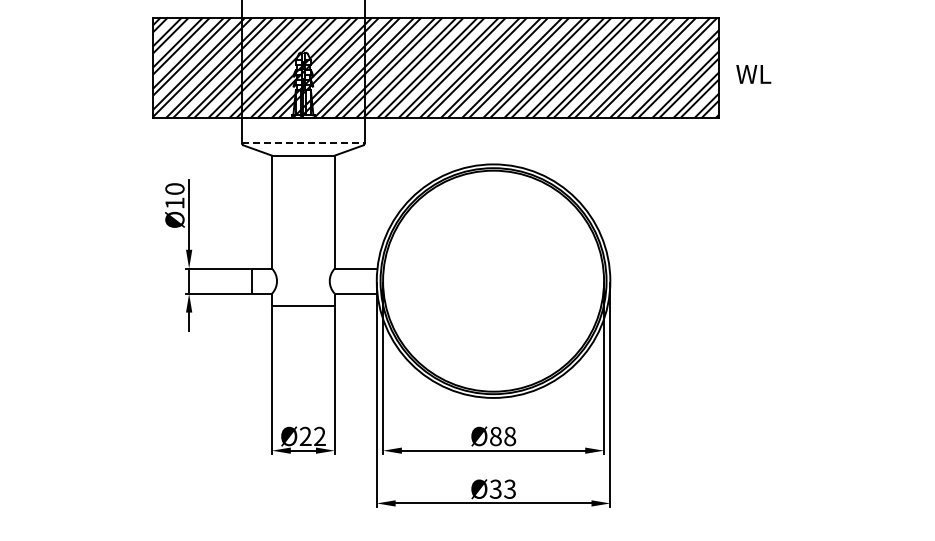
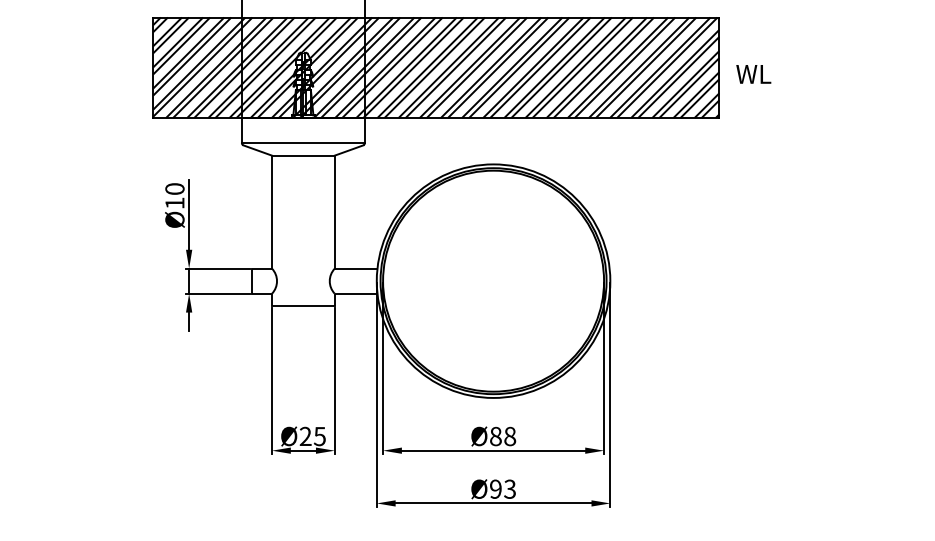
line at (303, 143): dashed -> solid
text at (319, 436): Ø22 -> Ø25
text at (495, 488): Ø33 -> Ø93
